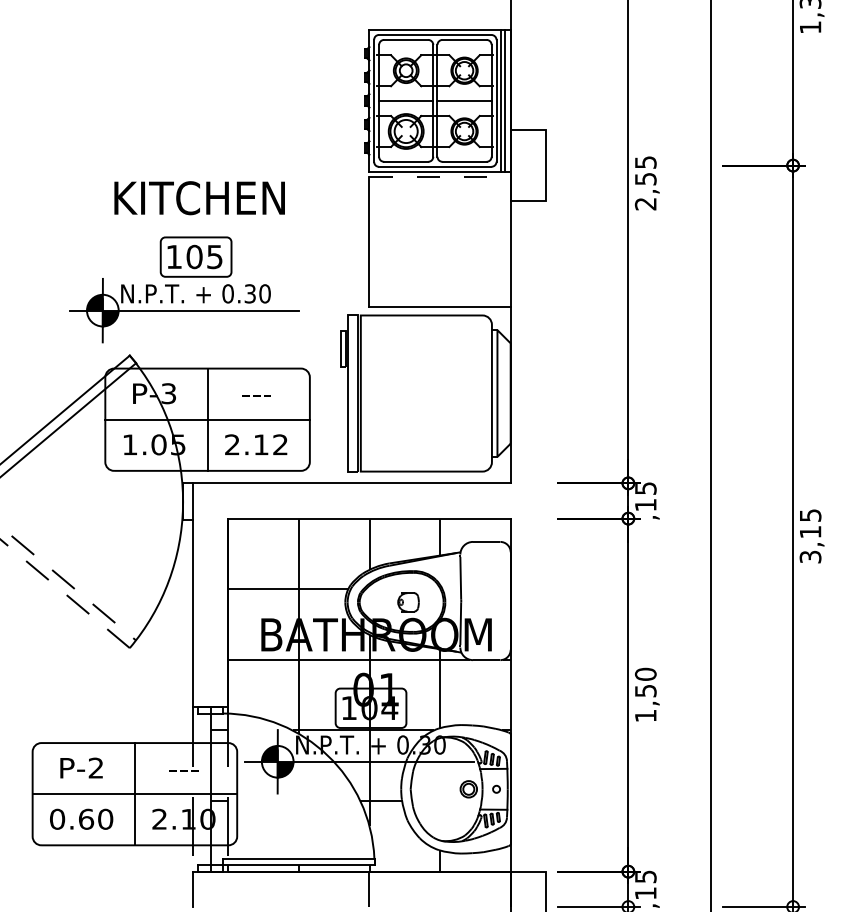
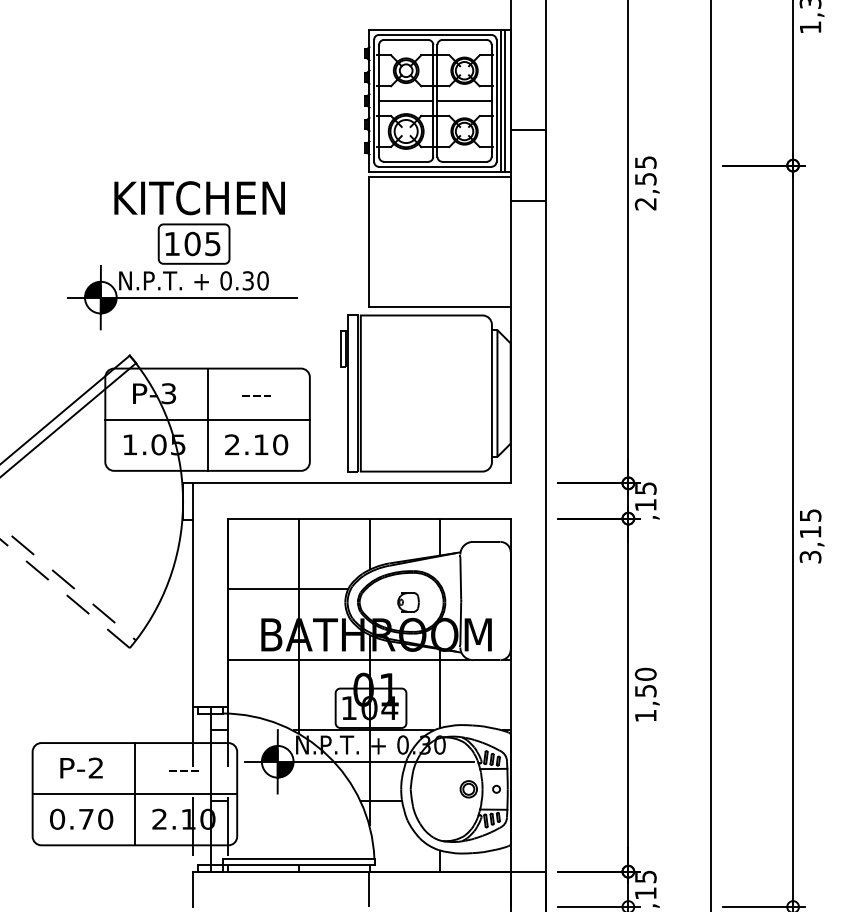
line at (440, 177): dashed -> solid
part at (184, 289) position: (184, 289) -> (182, 276)
text at (280, 444): 2.12 -> 2.10
line at (546, 455): none -> present
text at (86, 818): 0.60 -> 0.70
